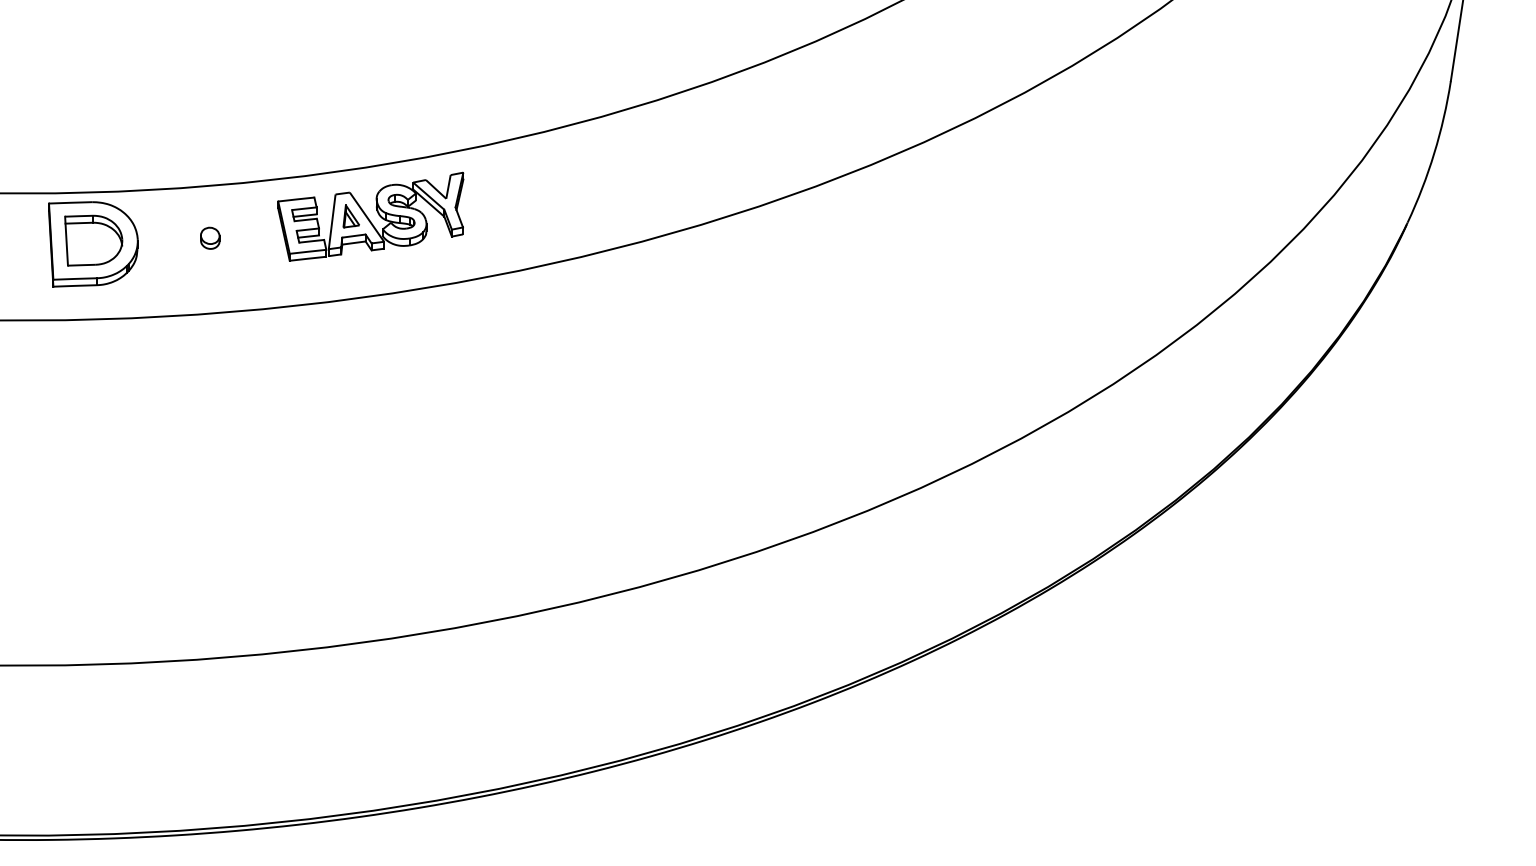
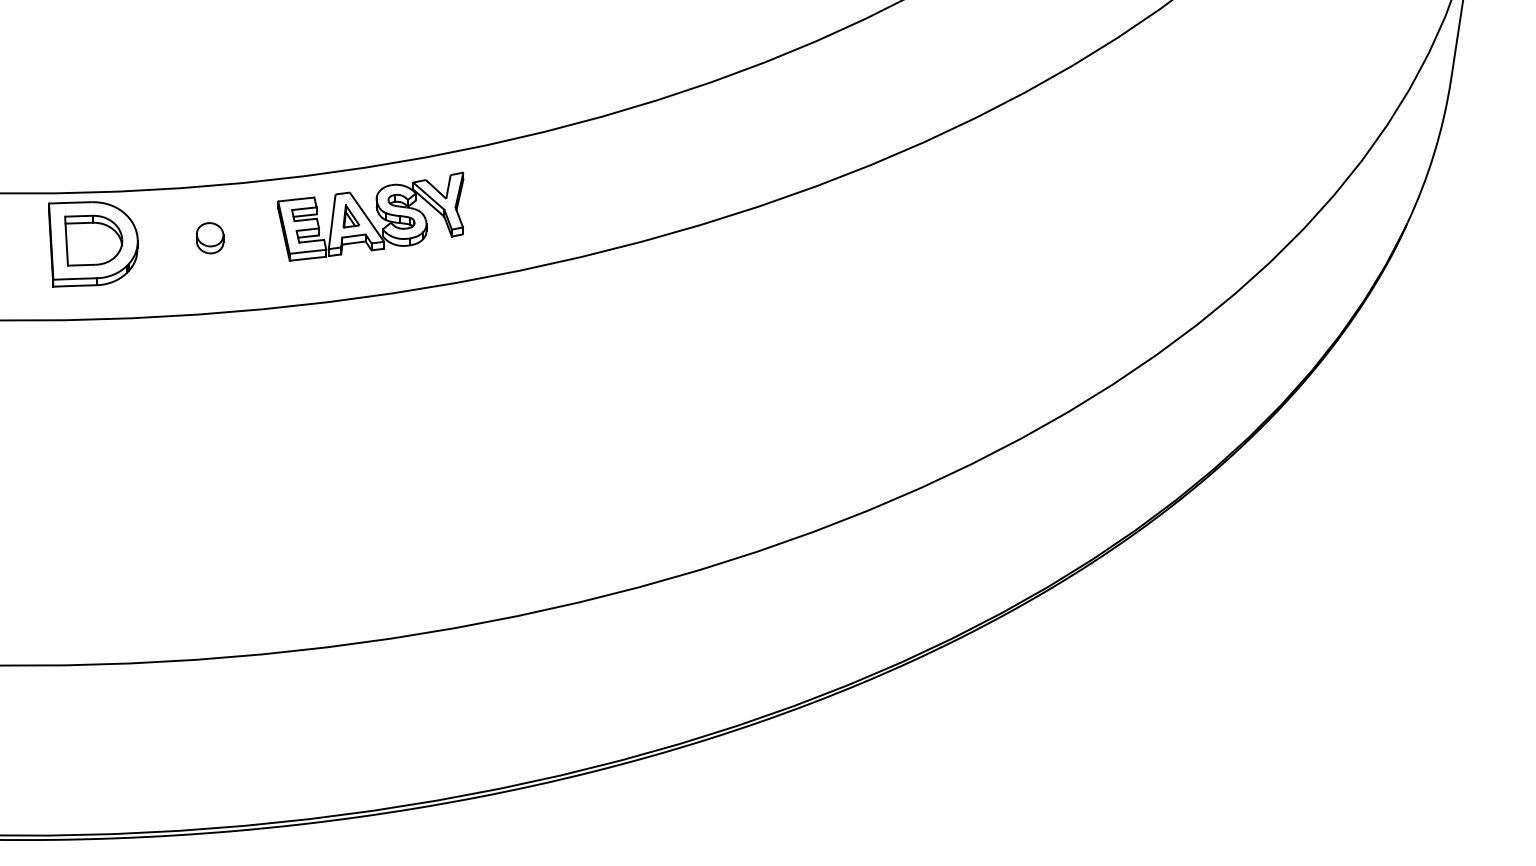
part at (210, 237) size: 21x24 px -> 29x33 px
